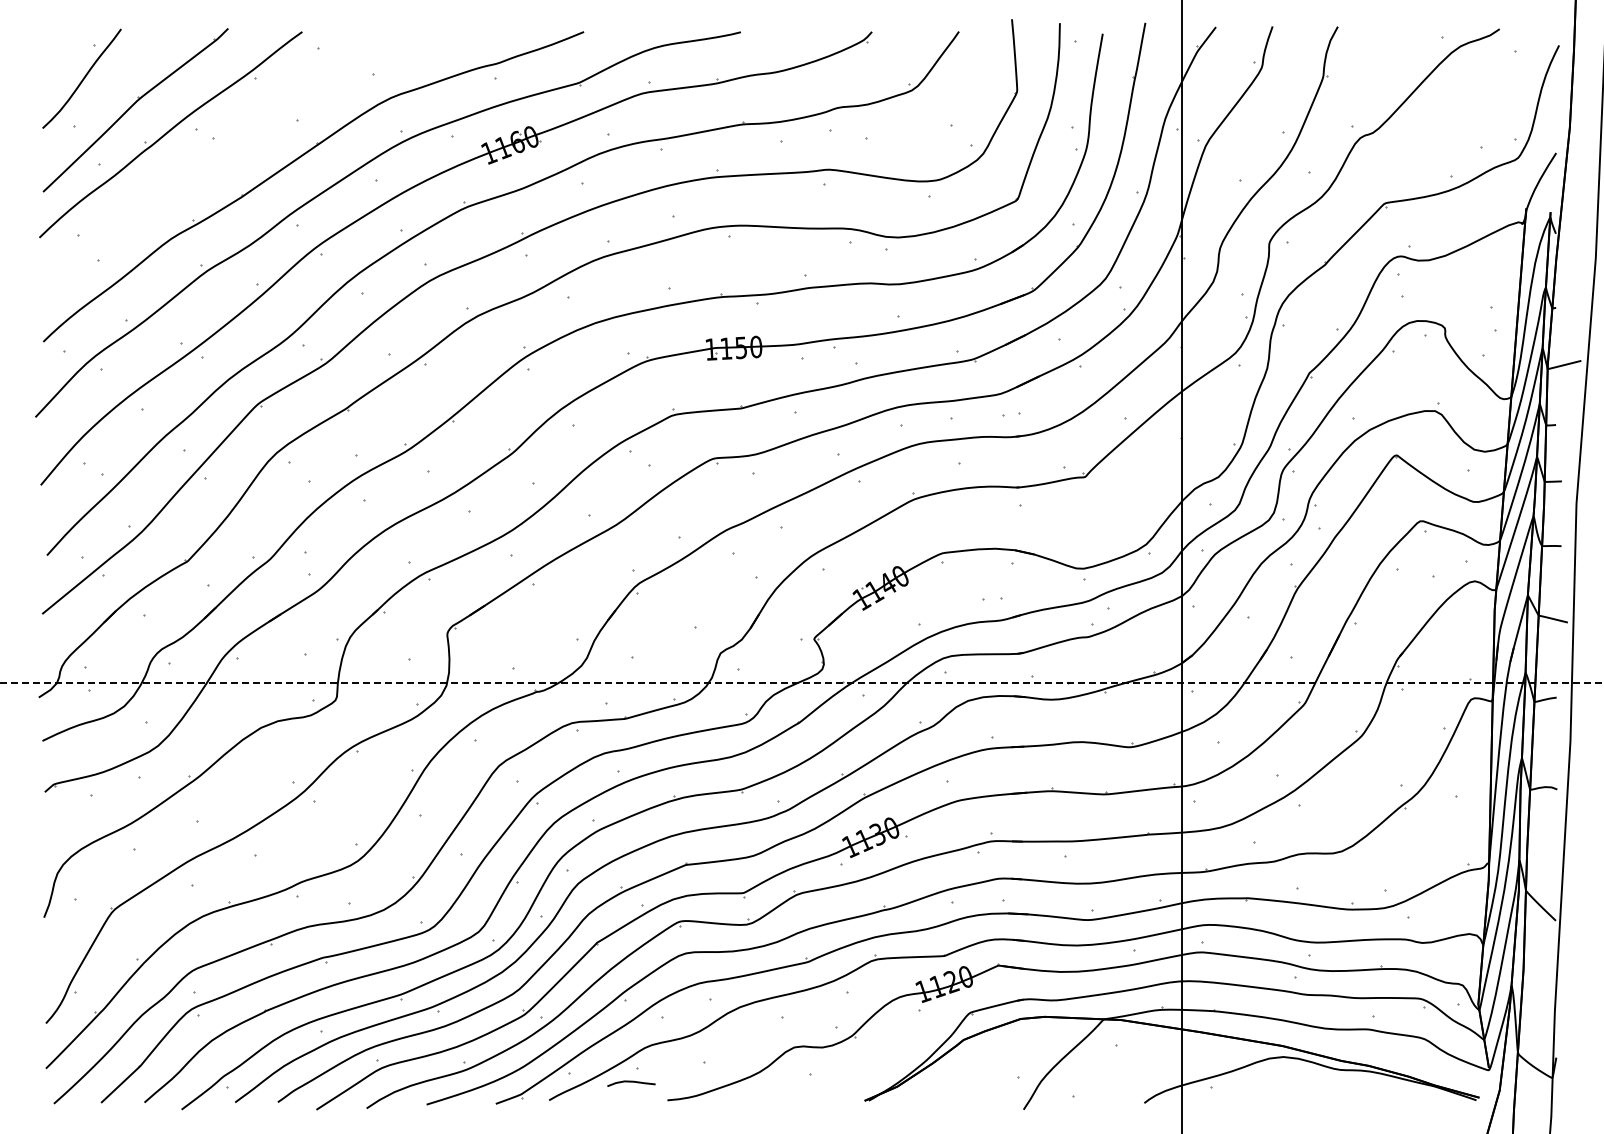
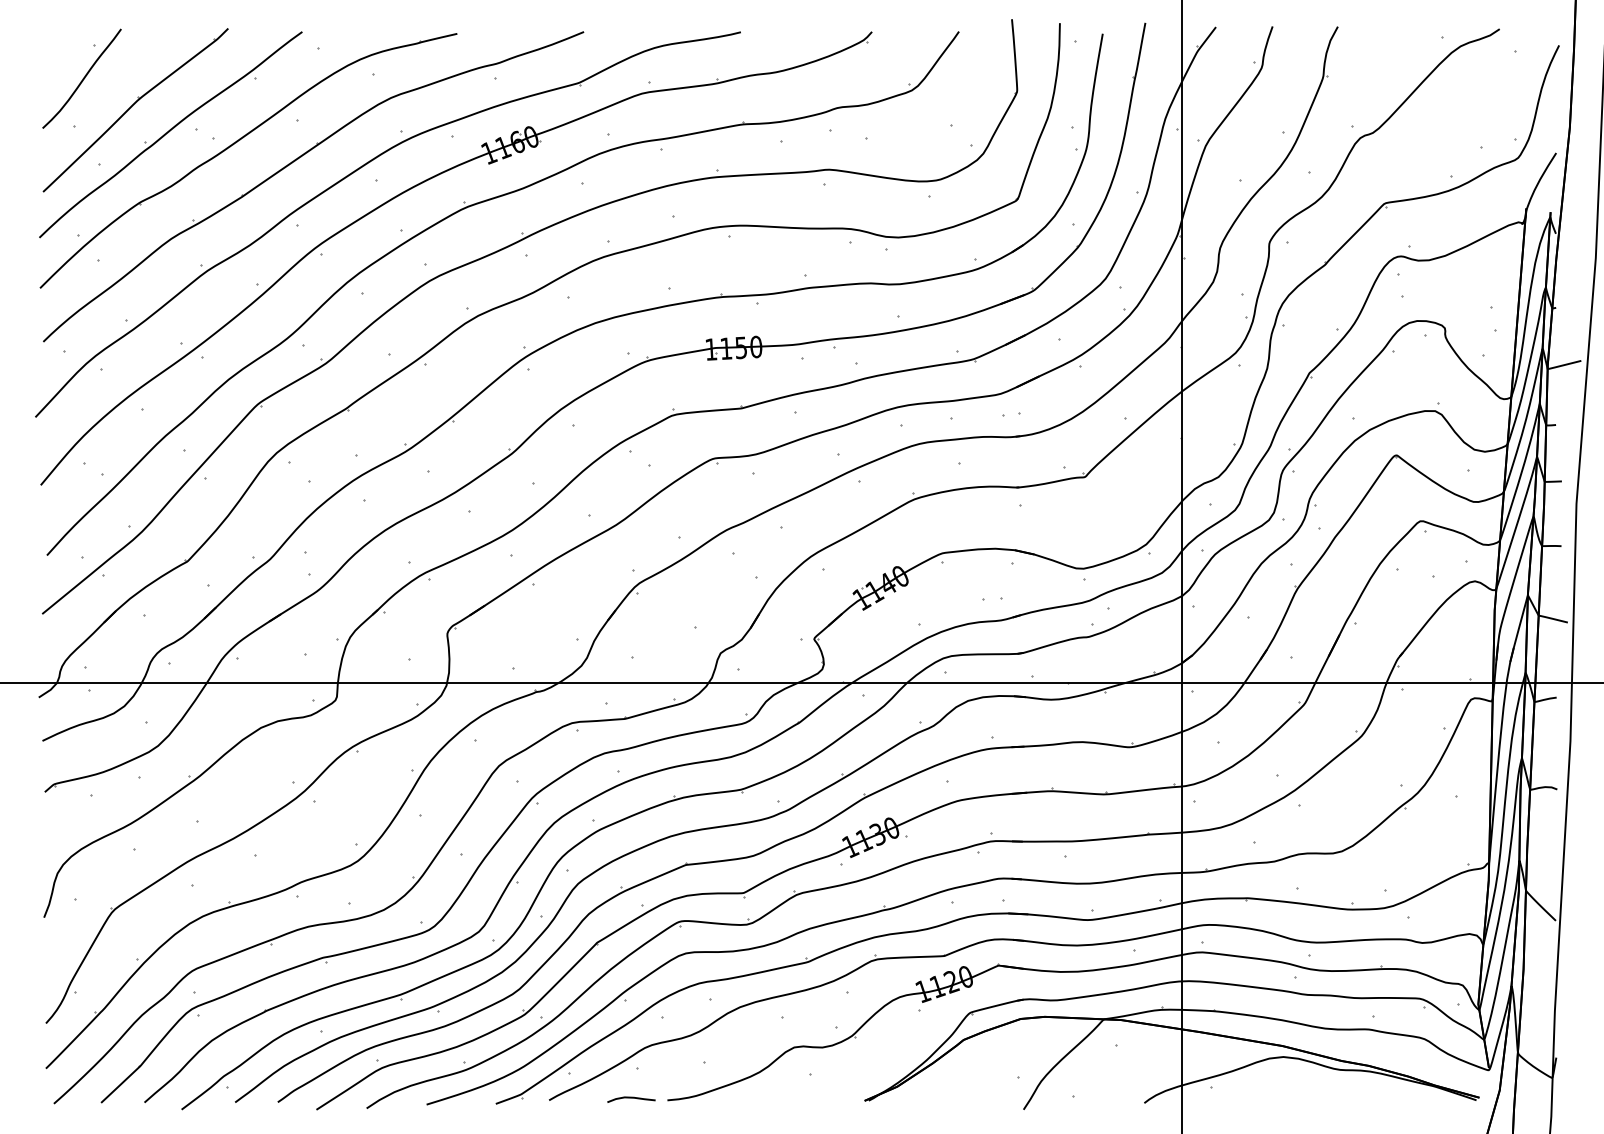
part at (236, 143): none -> present
line at (802, 682): dashed -> solid
curve at (631, 1082) position: (631, 1082) -> (631, 1098)
